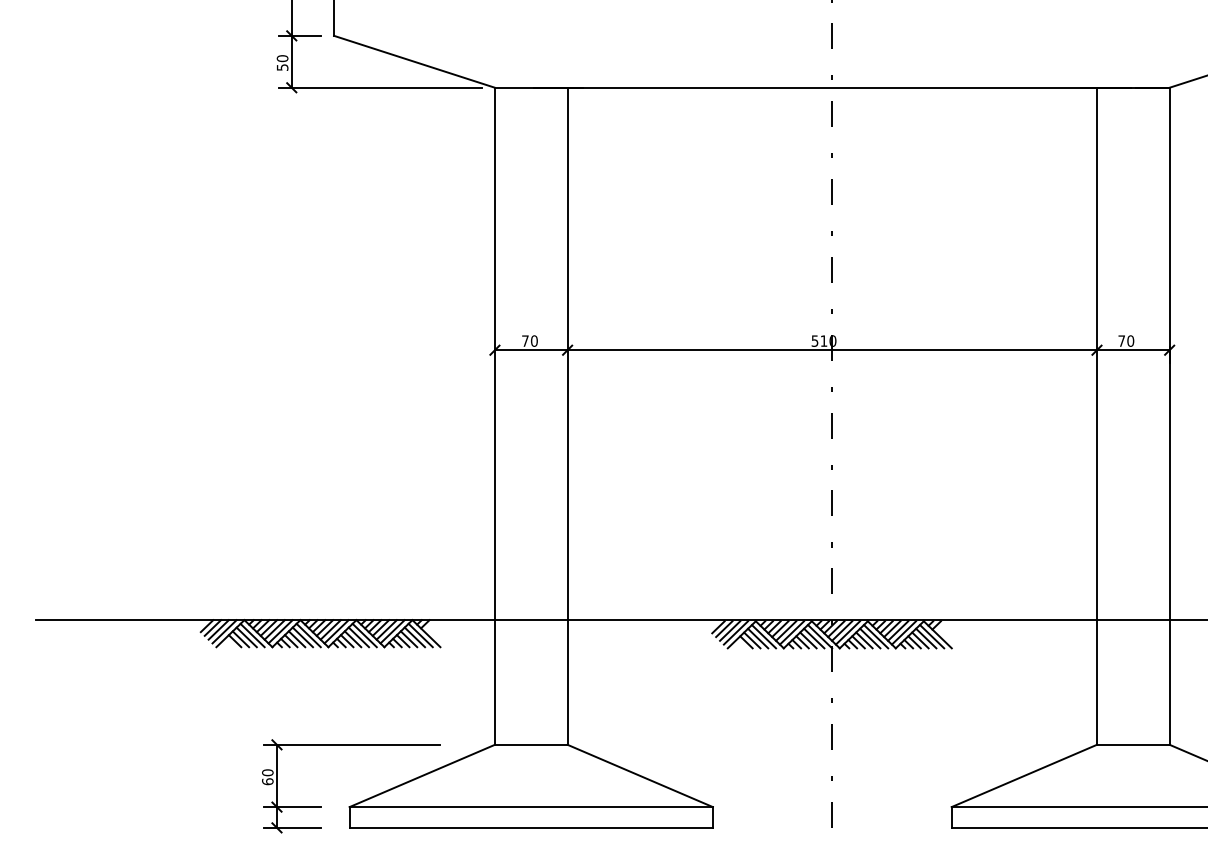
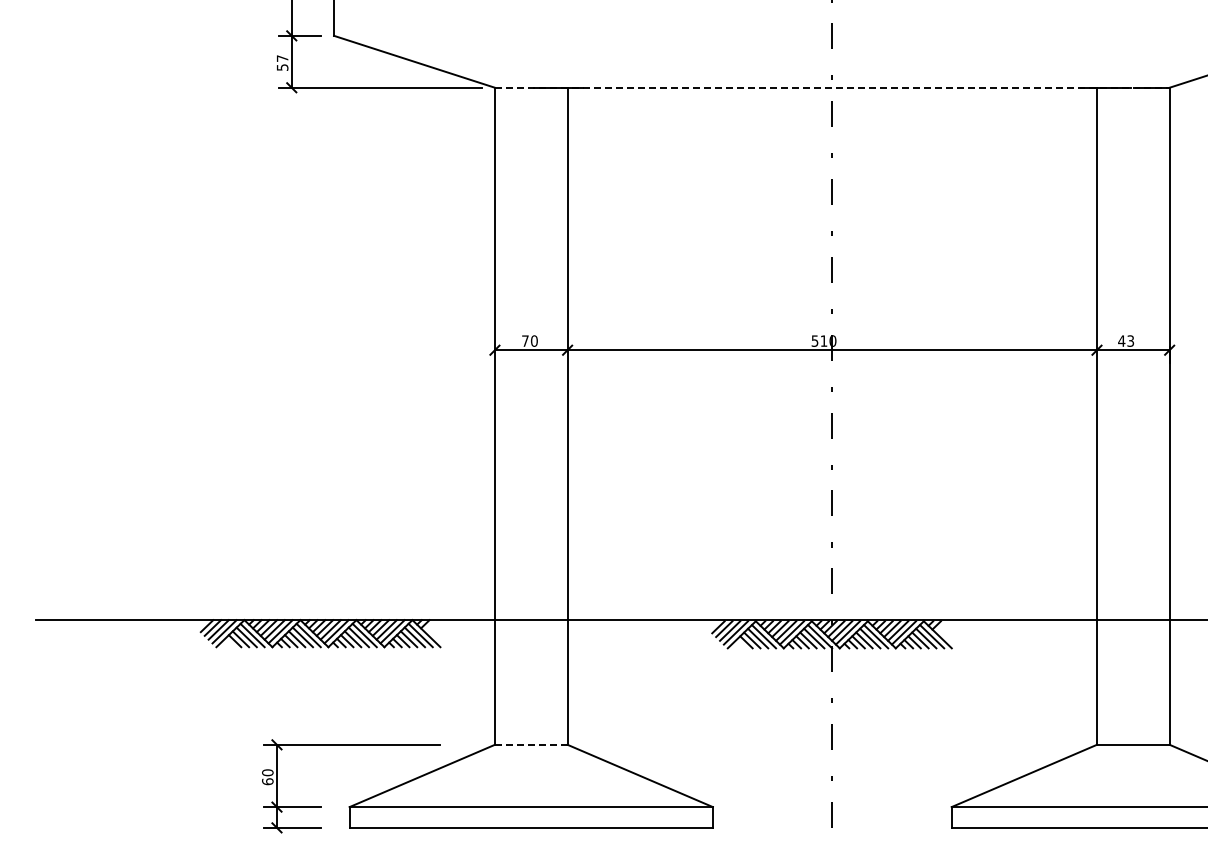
text at (282, 58): 50 -> 57
line at (832, 87): solid -> dashed
text at (1126, 340): 70 -> 43
line at (531, 744): solid -> dashed
